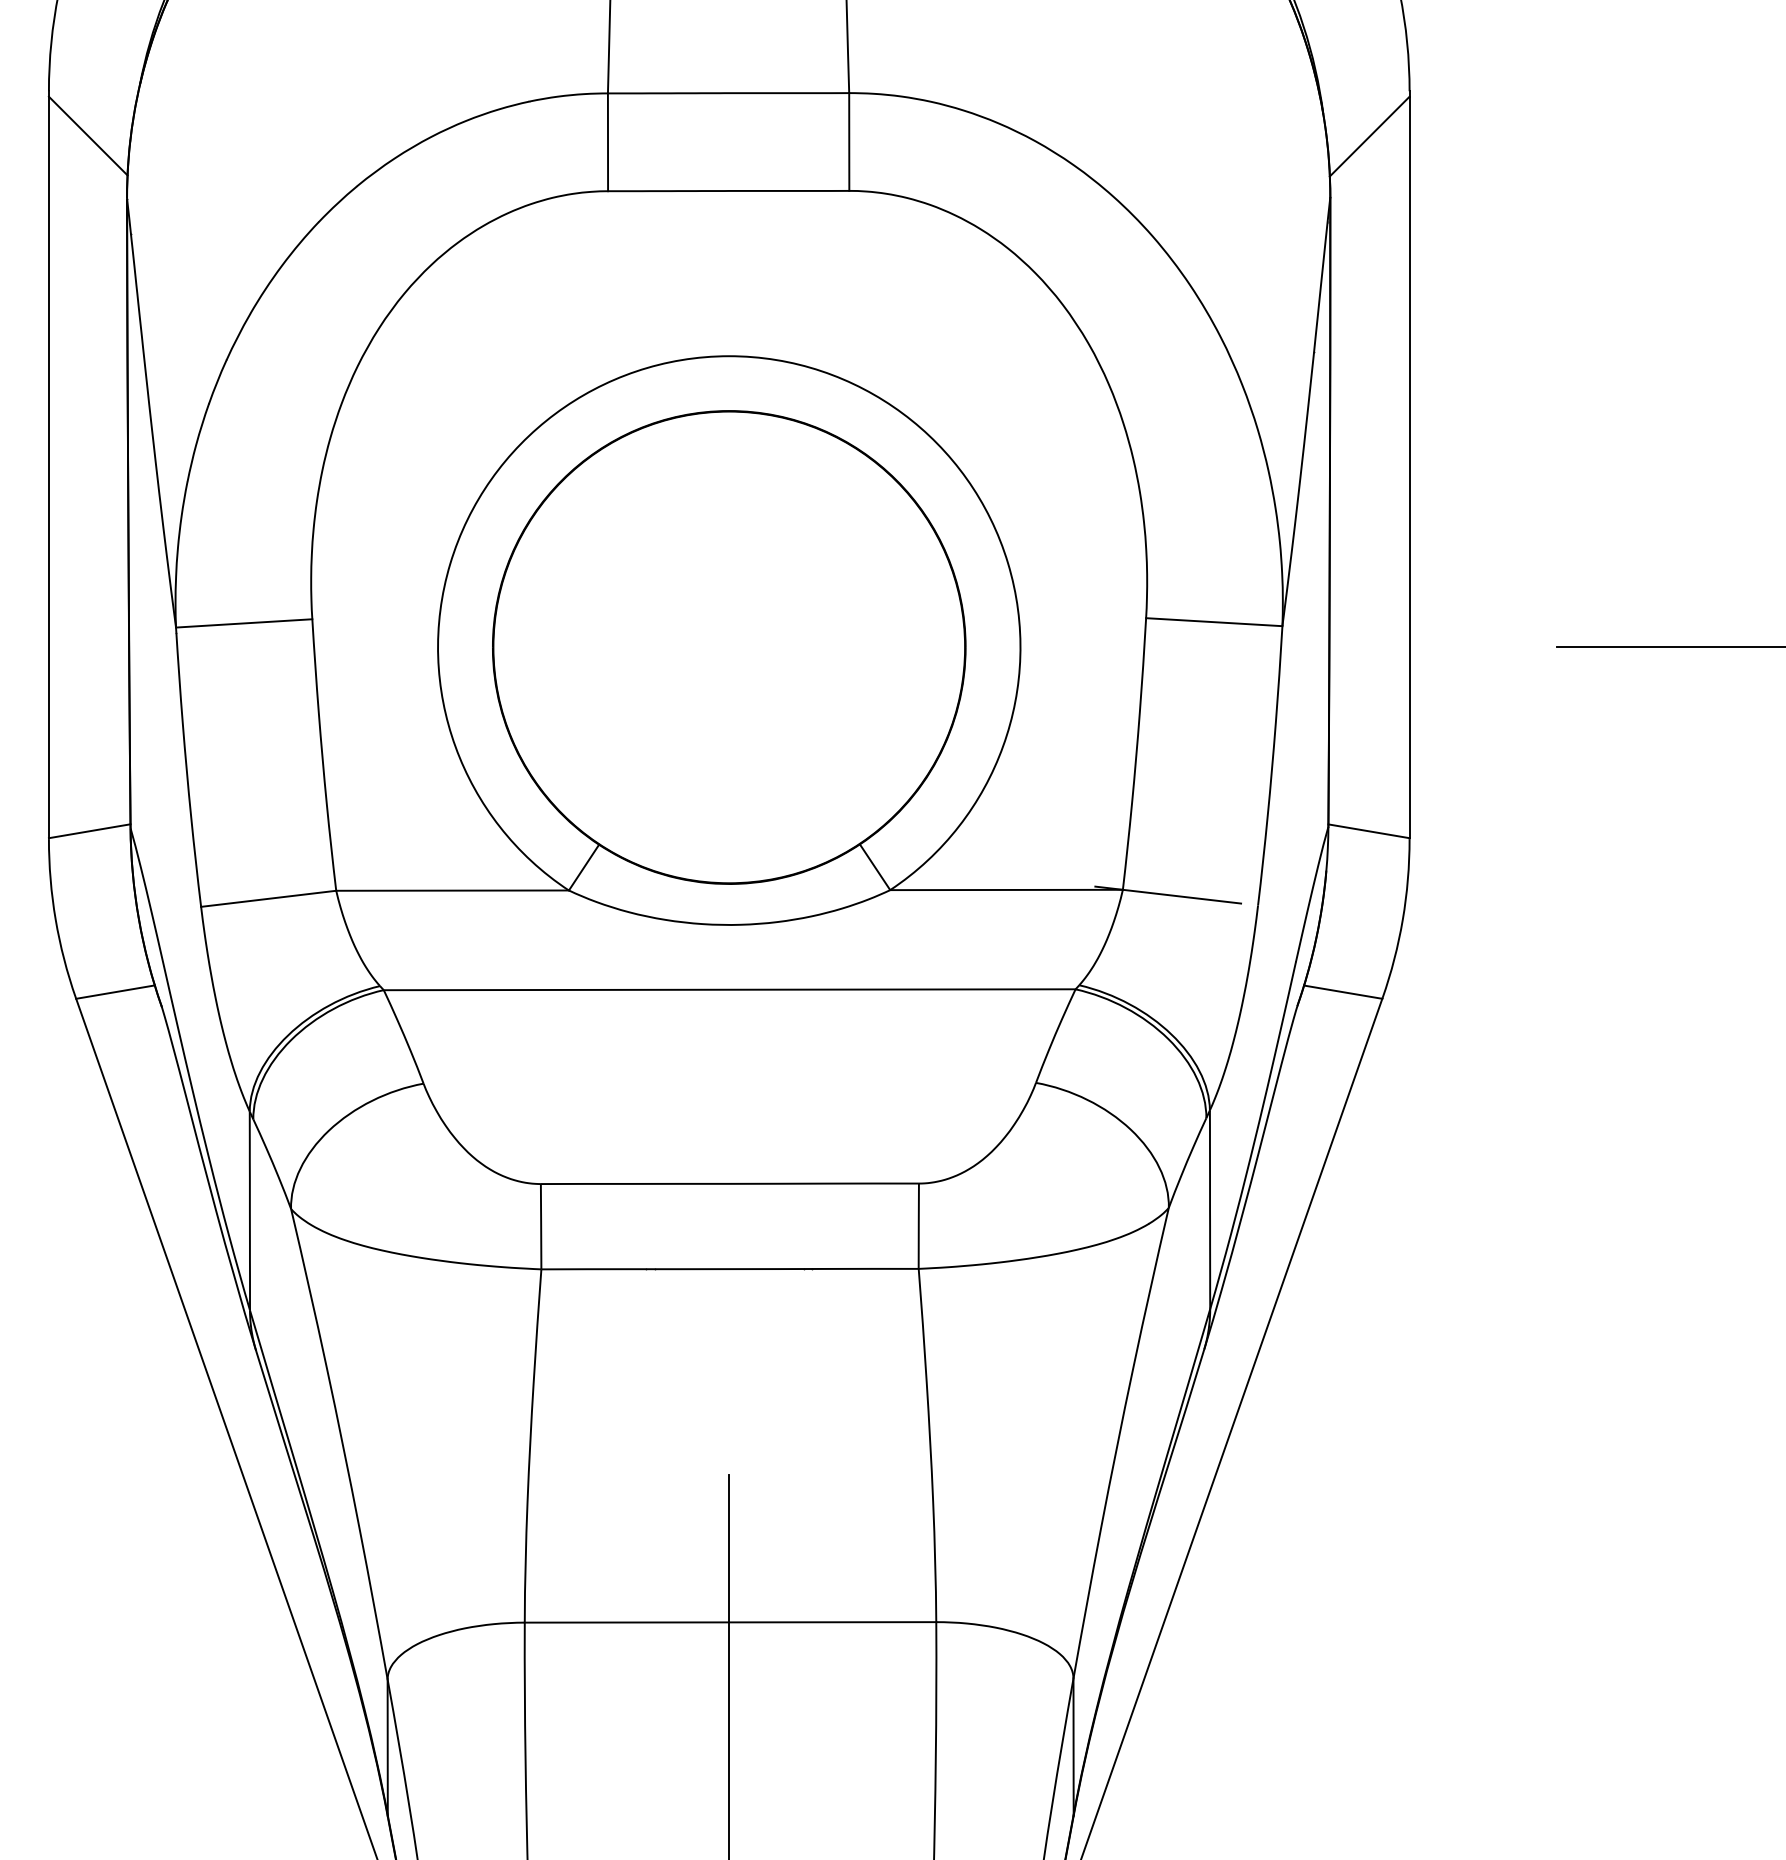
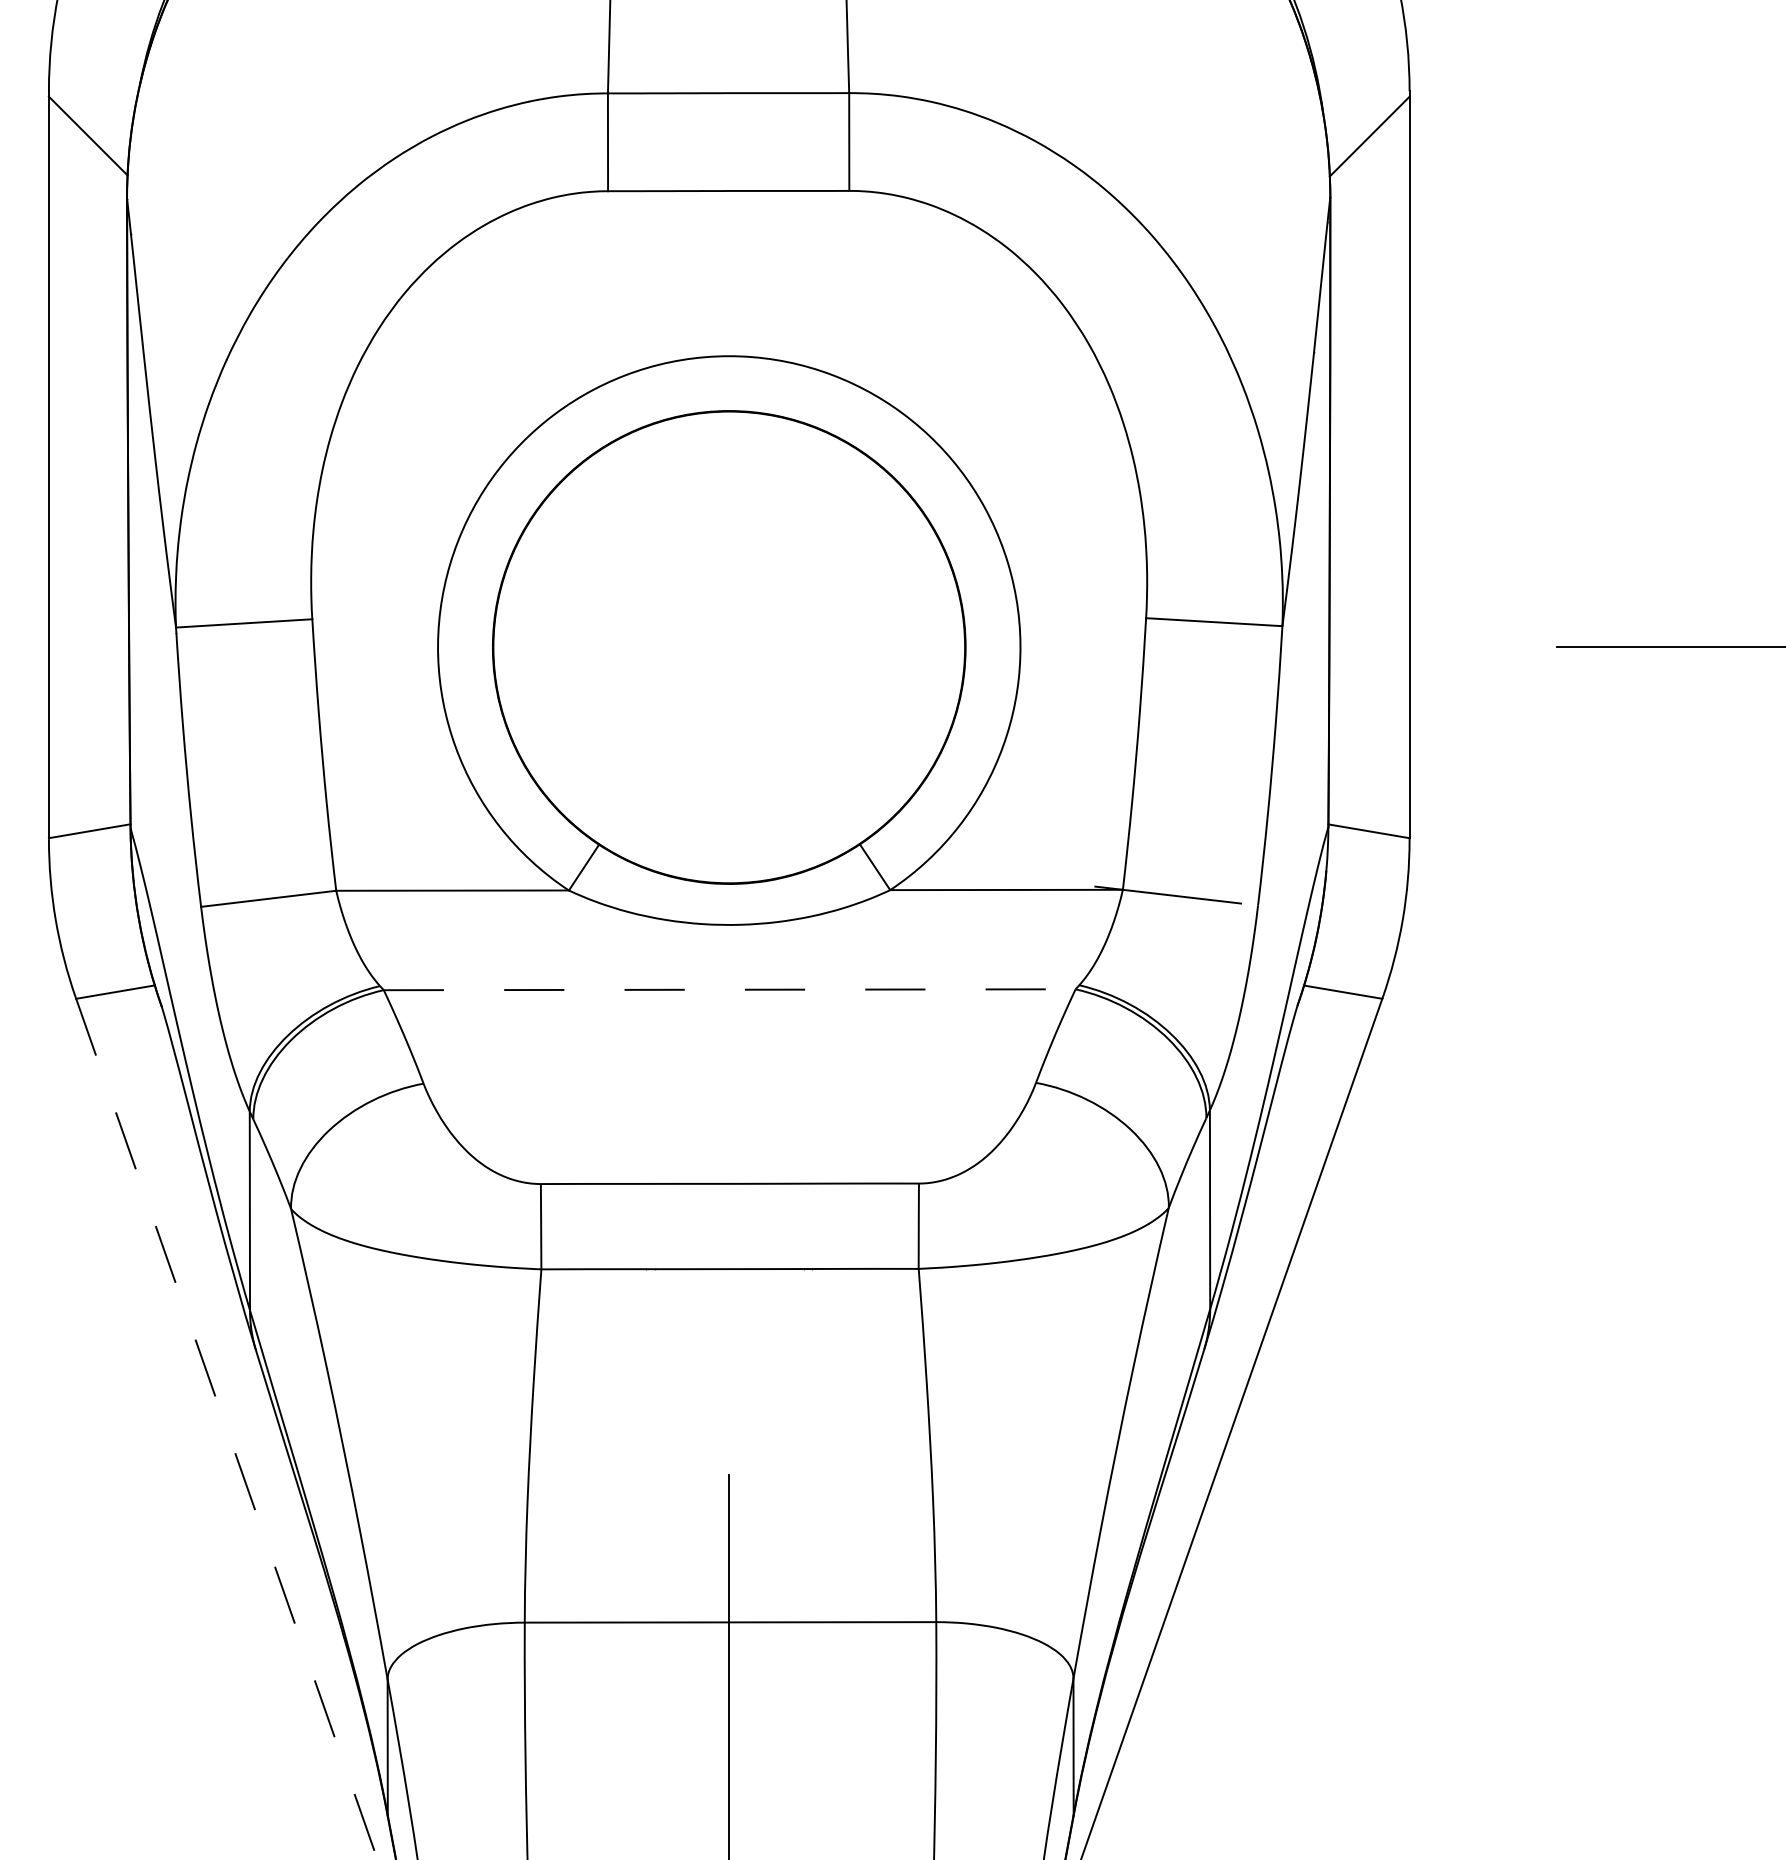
line at (729, 989): solid -> dashed
line at (226, 1429): solid -> dashed
